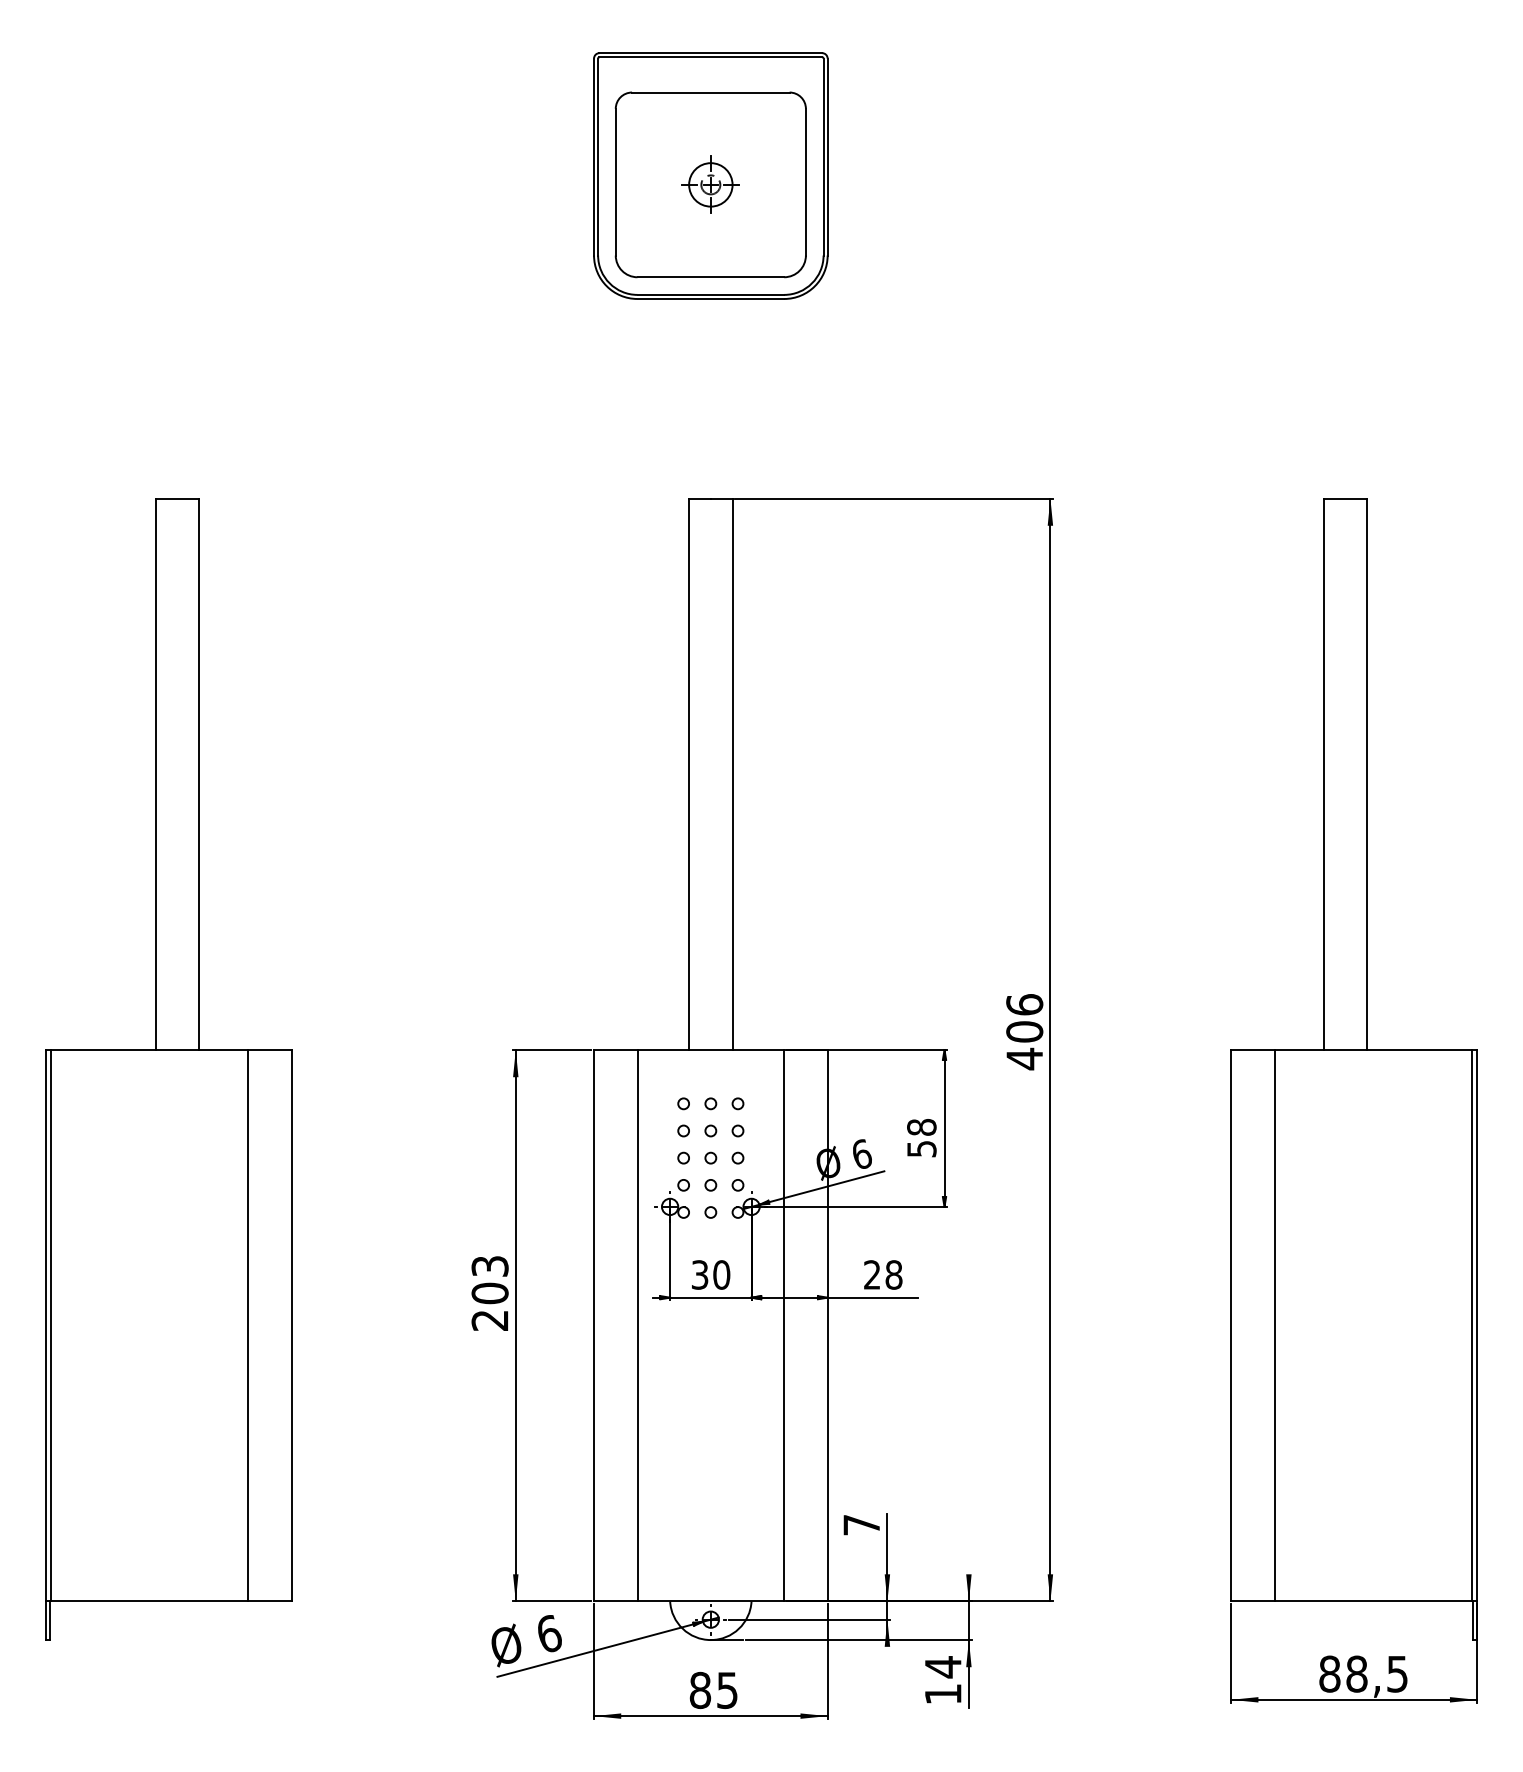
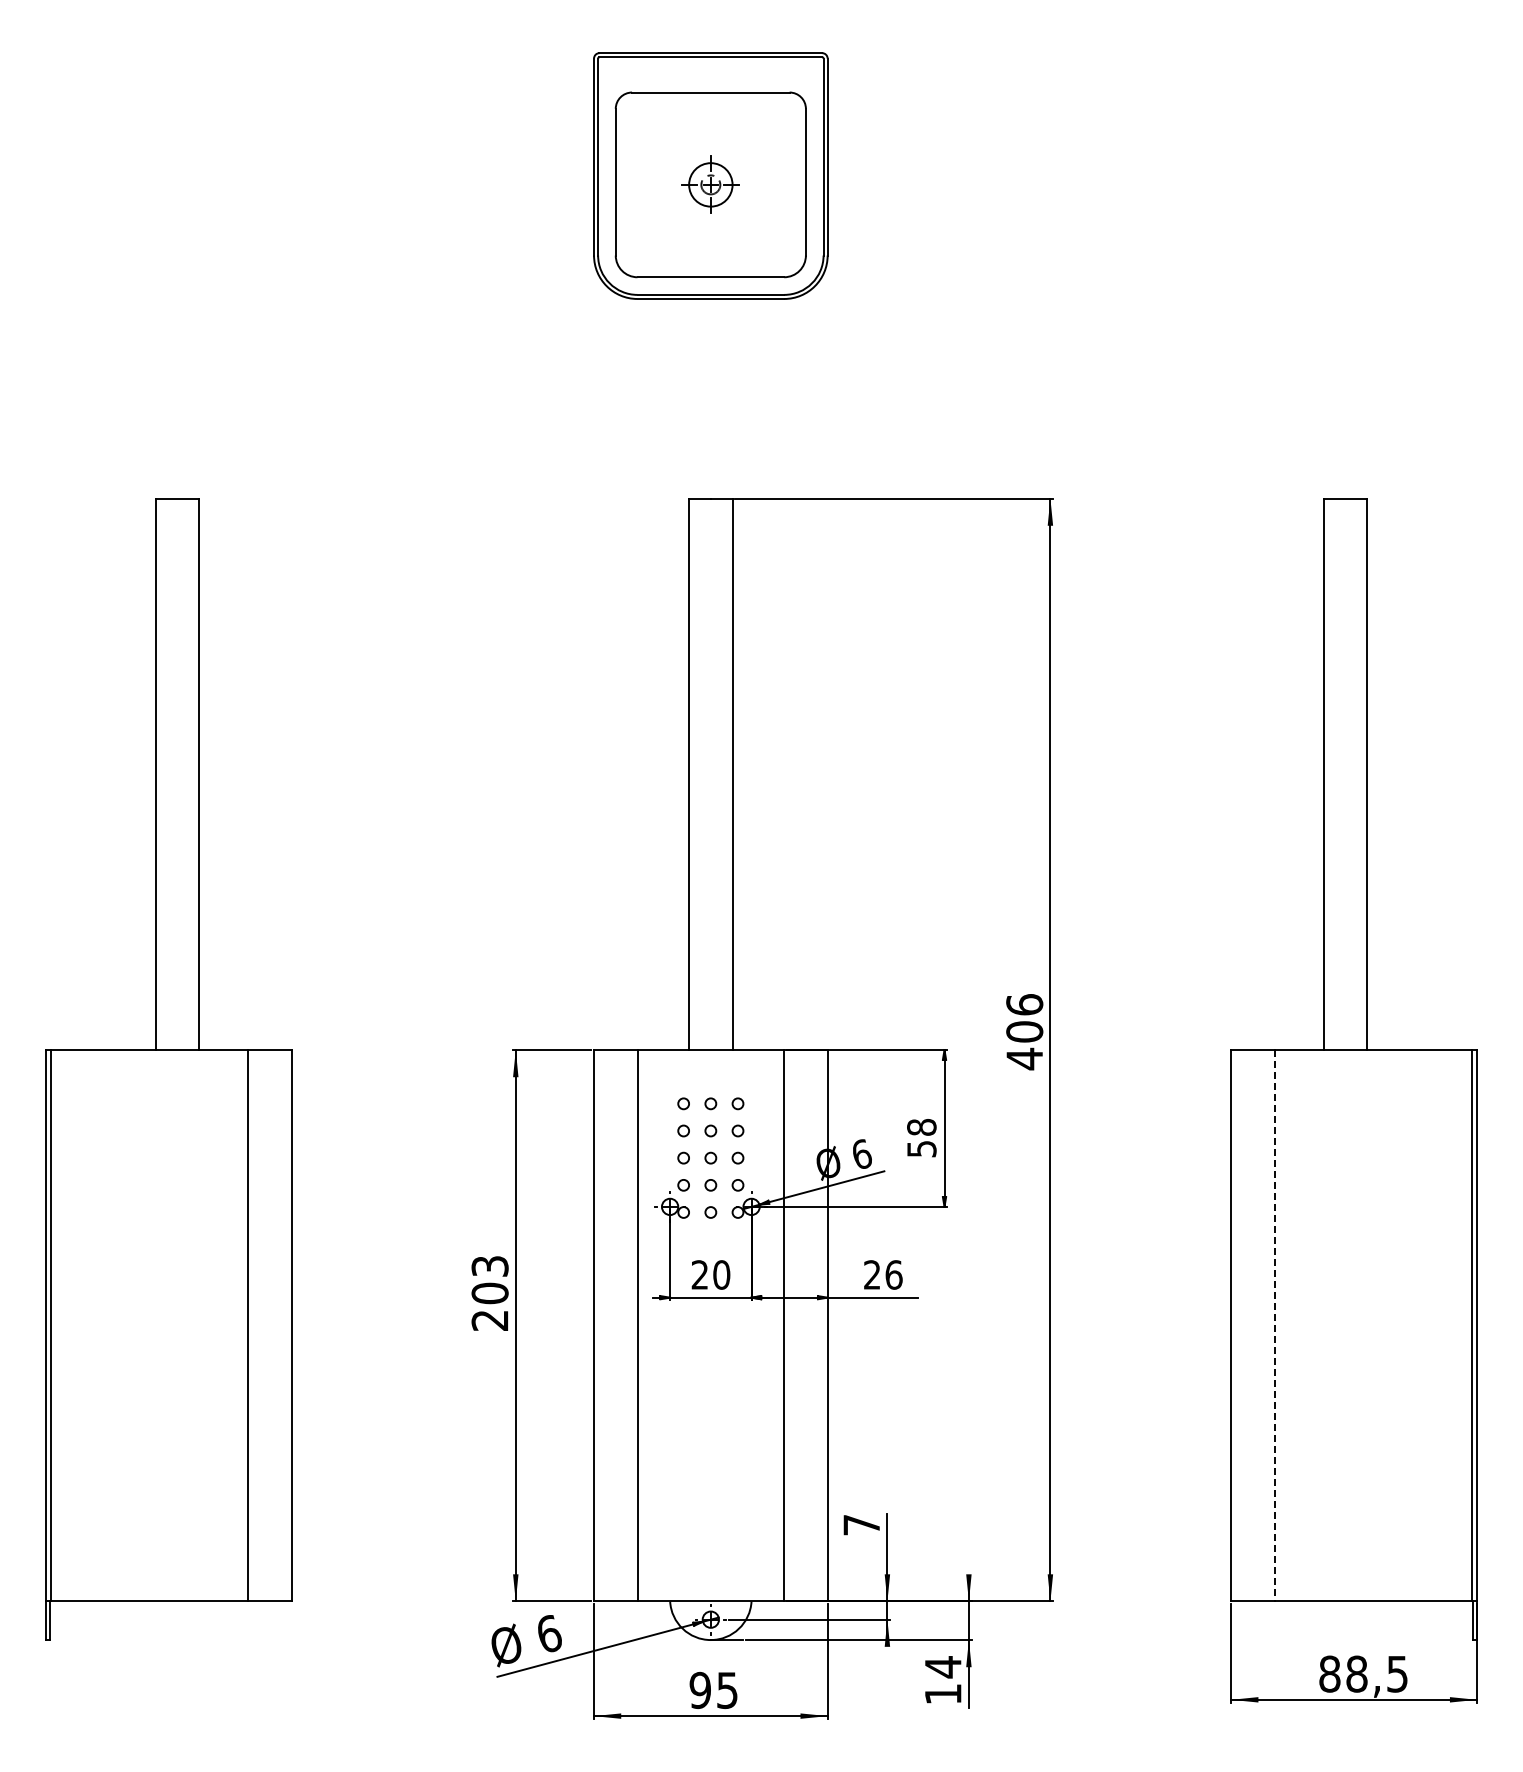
text at (699, 1274): 30 -> 20
text at (893, 1274): 28 -> 26
line at (1274, 1325): solid -> dashed
text at (700, 1690): 85 -> 95
